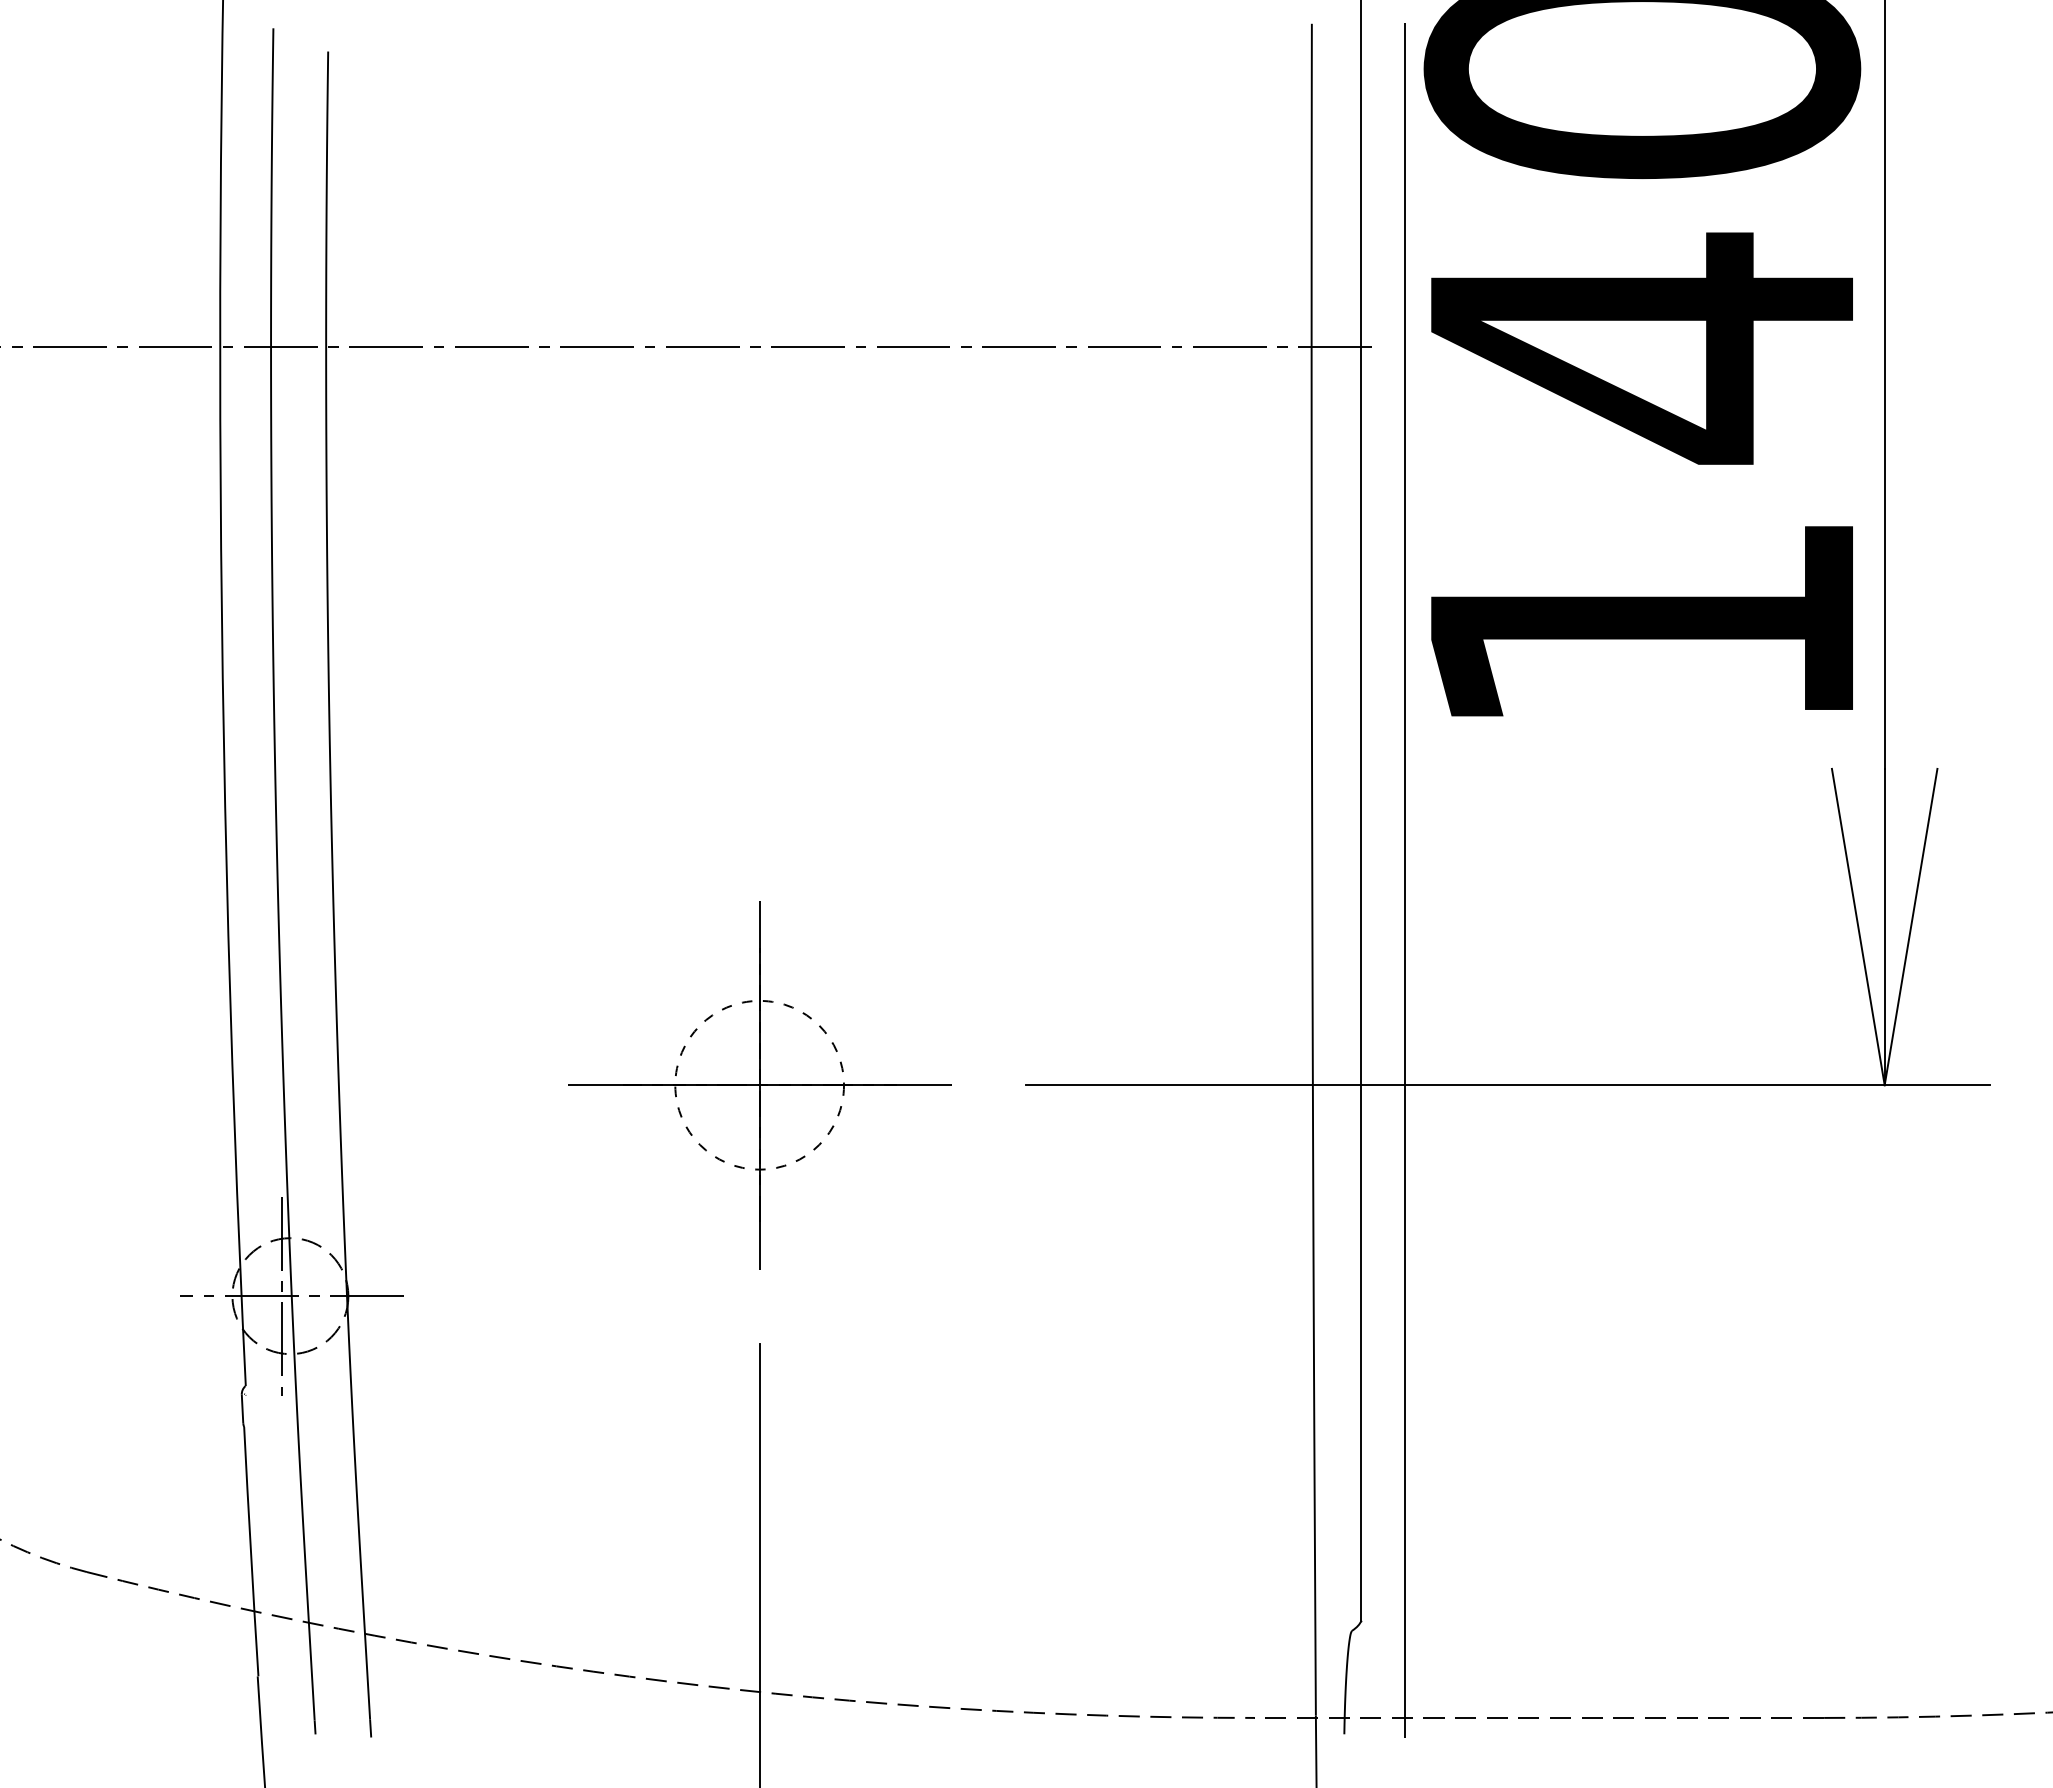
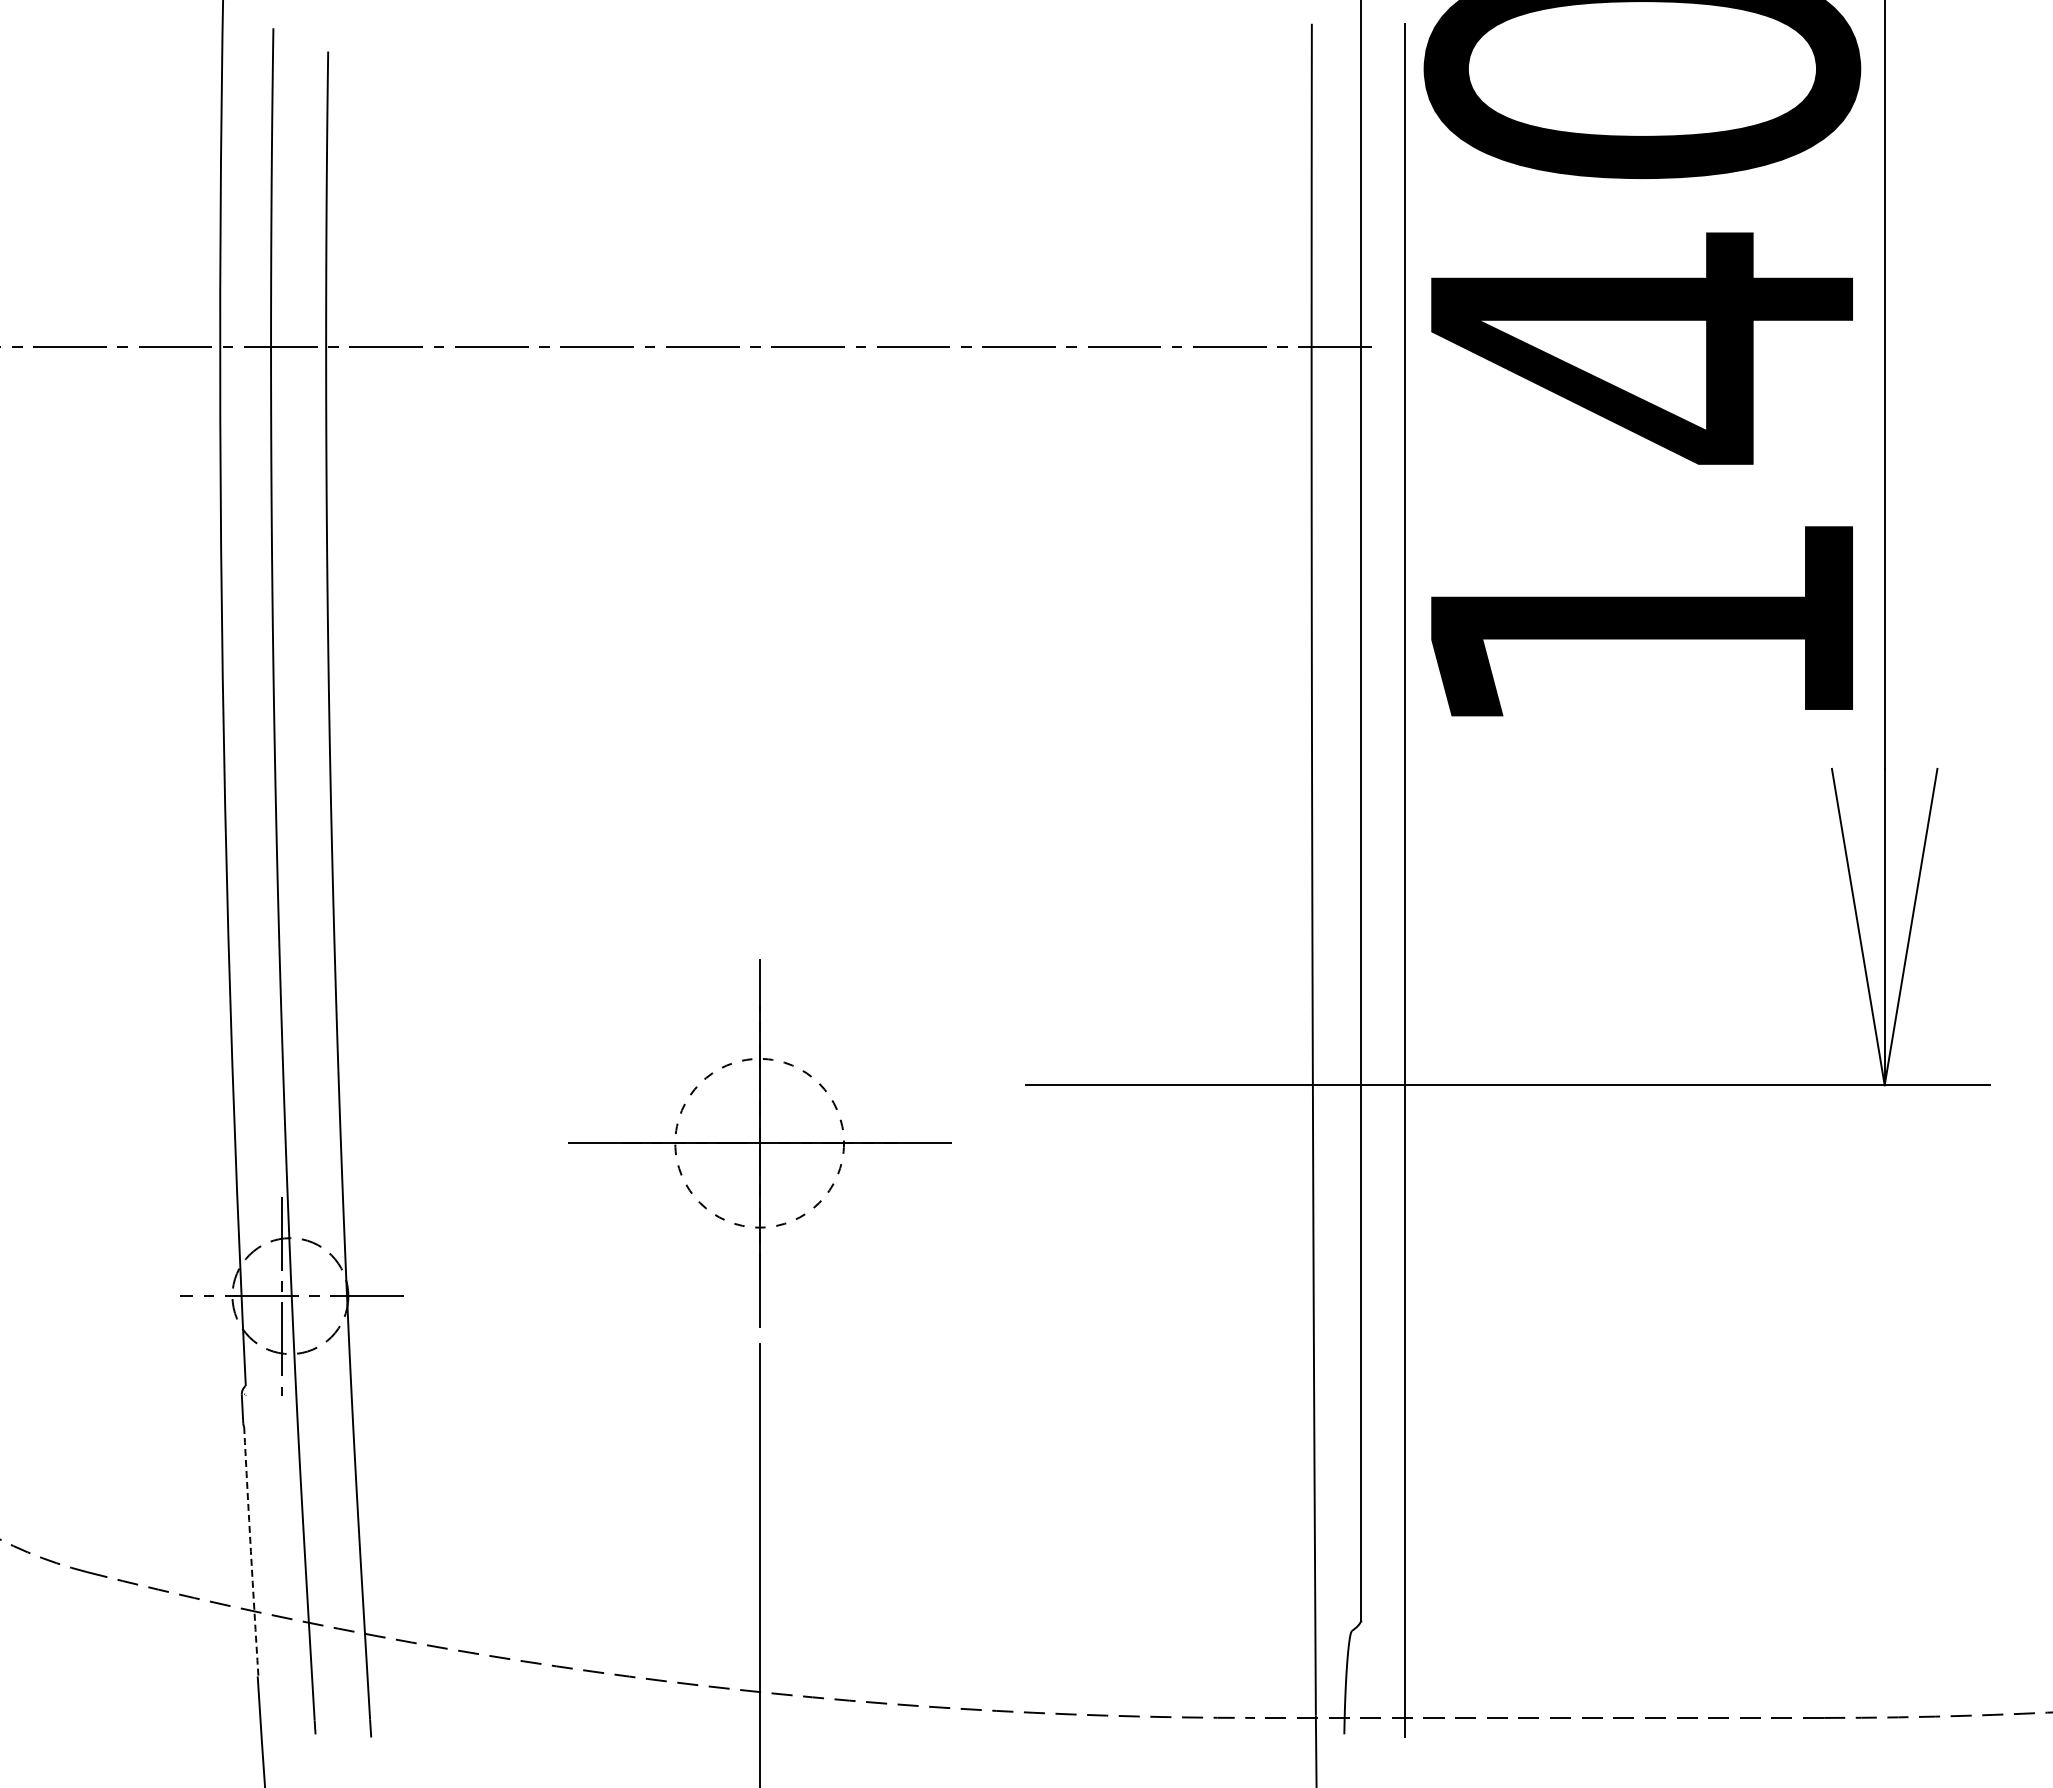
part at (759, 1085) position: (759, 1085) -> (759, 1143)
arc at (250, 1551): solid -> dashed
